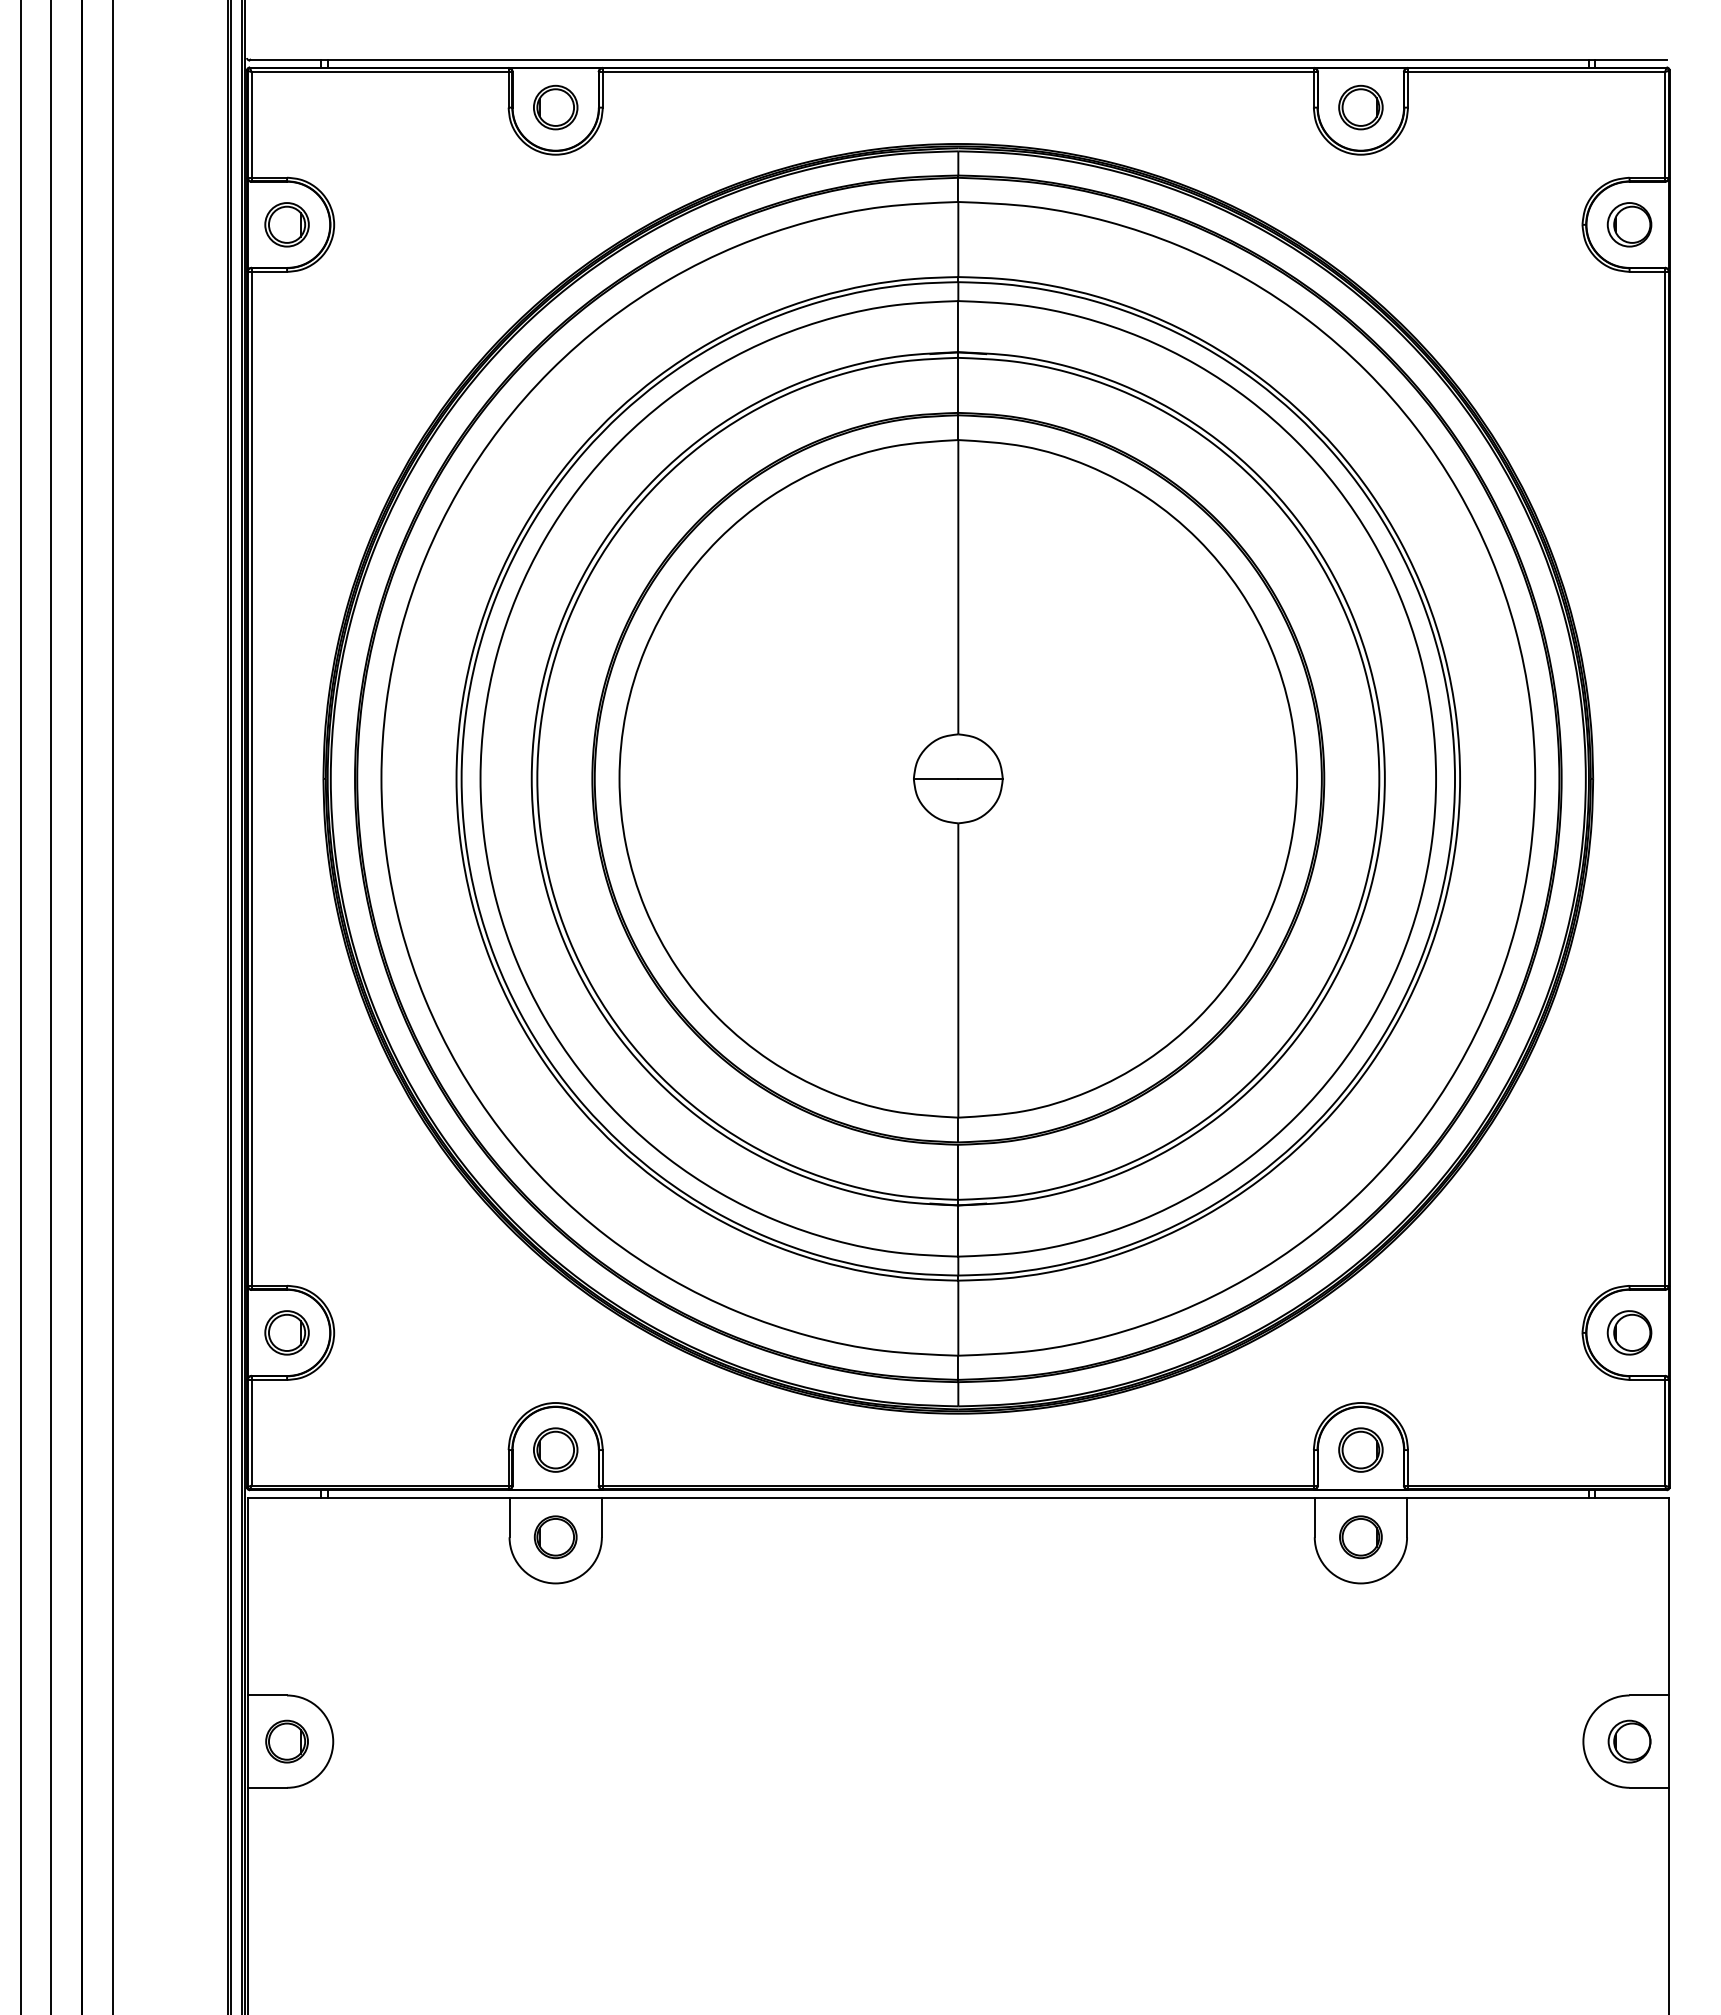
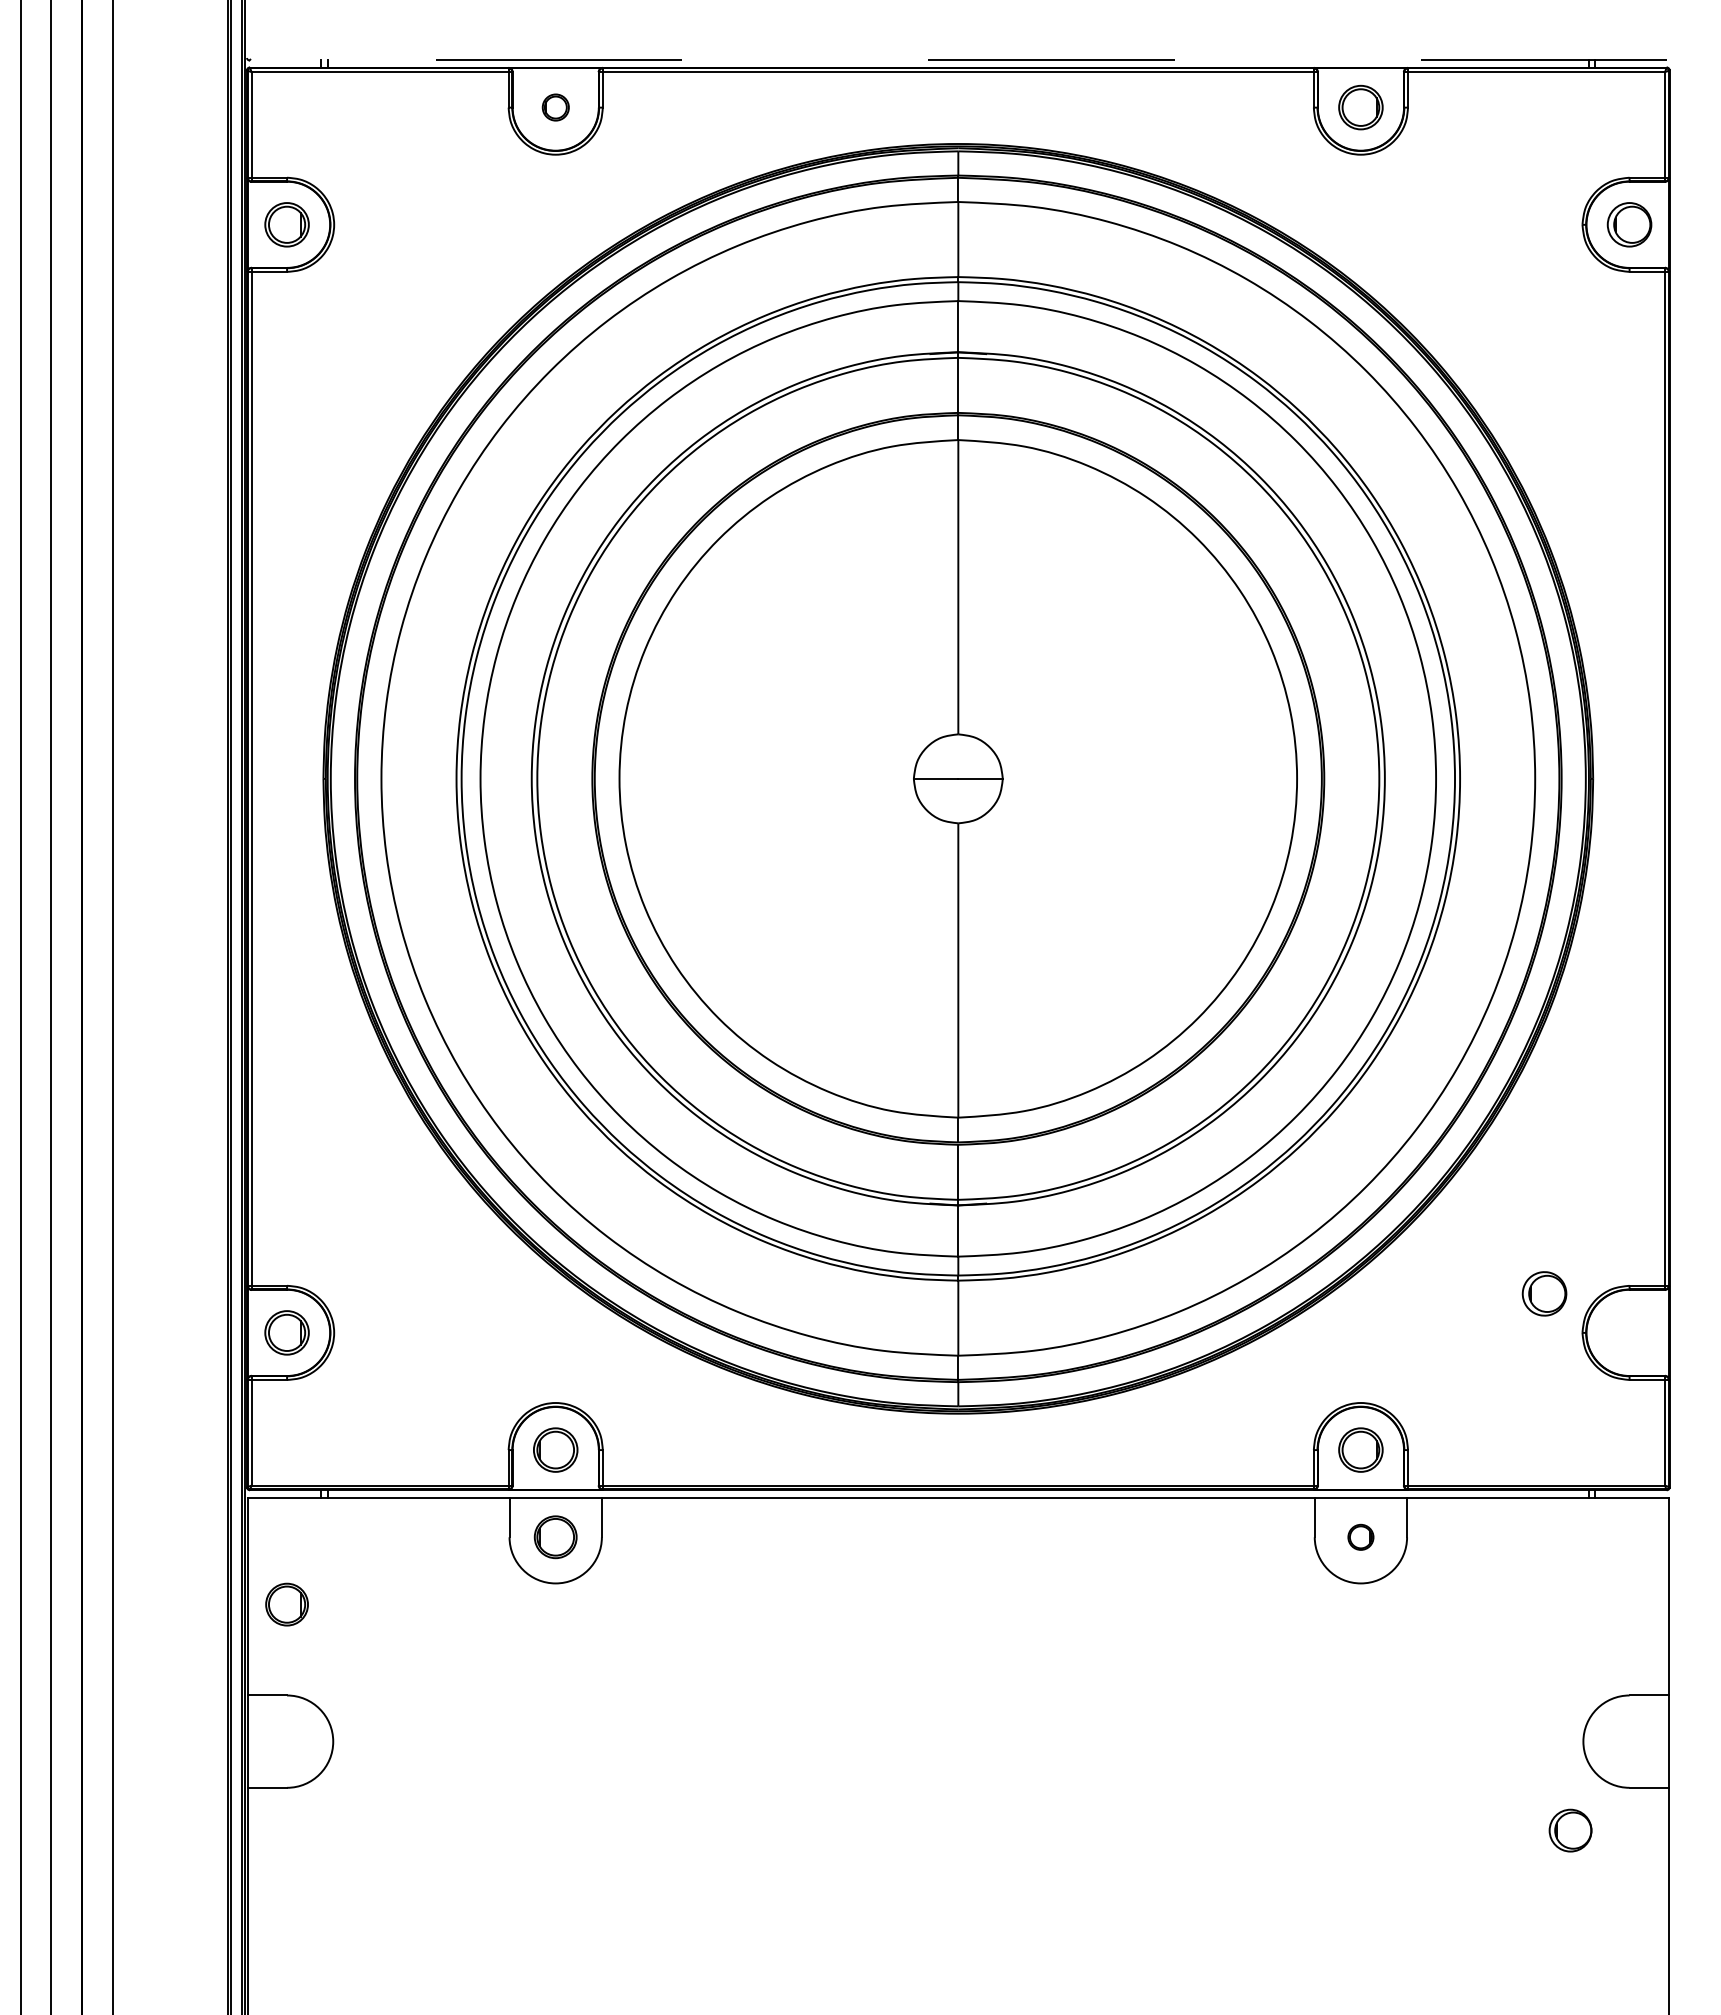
line at (958, 60): solid -> dashed
part at (555, 107) size: 46x47 px -> 29x29 px
part at (1629, 1332) position: (1629, 1332) -> (1544, 1293)
part at (1360, 1537) size: 44x45 px -> 28x28 px
part at (286, 1741) position: (286, 1741) -> (286, 1604)
part at (1629, 1741) position: (1629, 1741) -> (1570, 1830)
